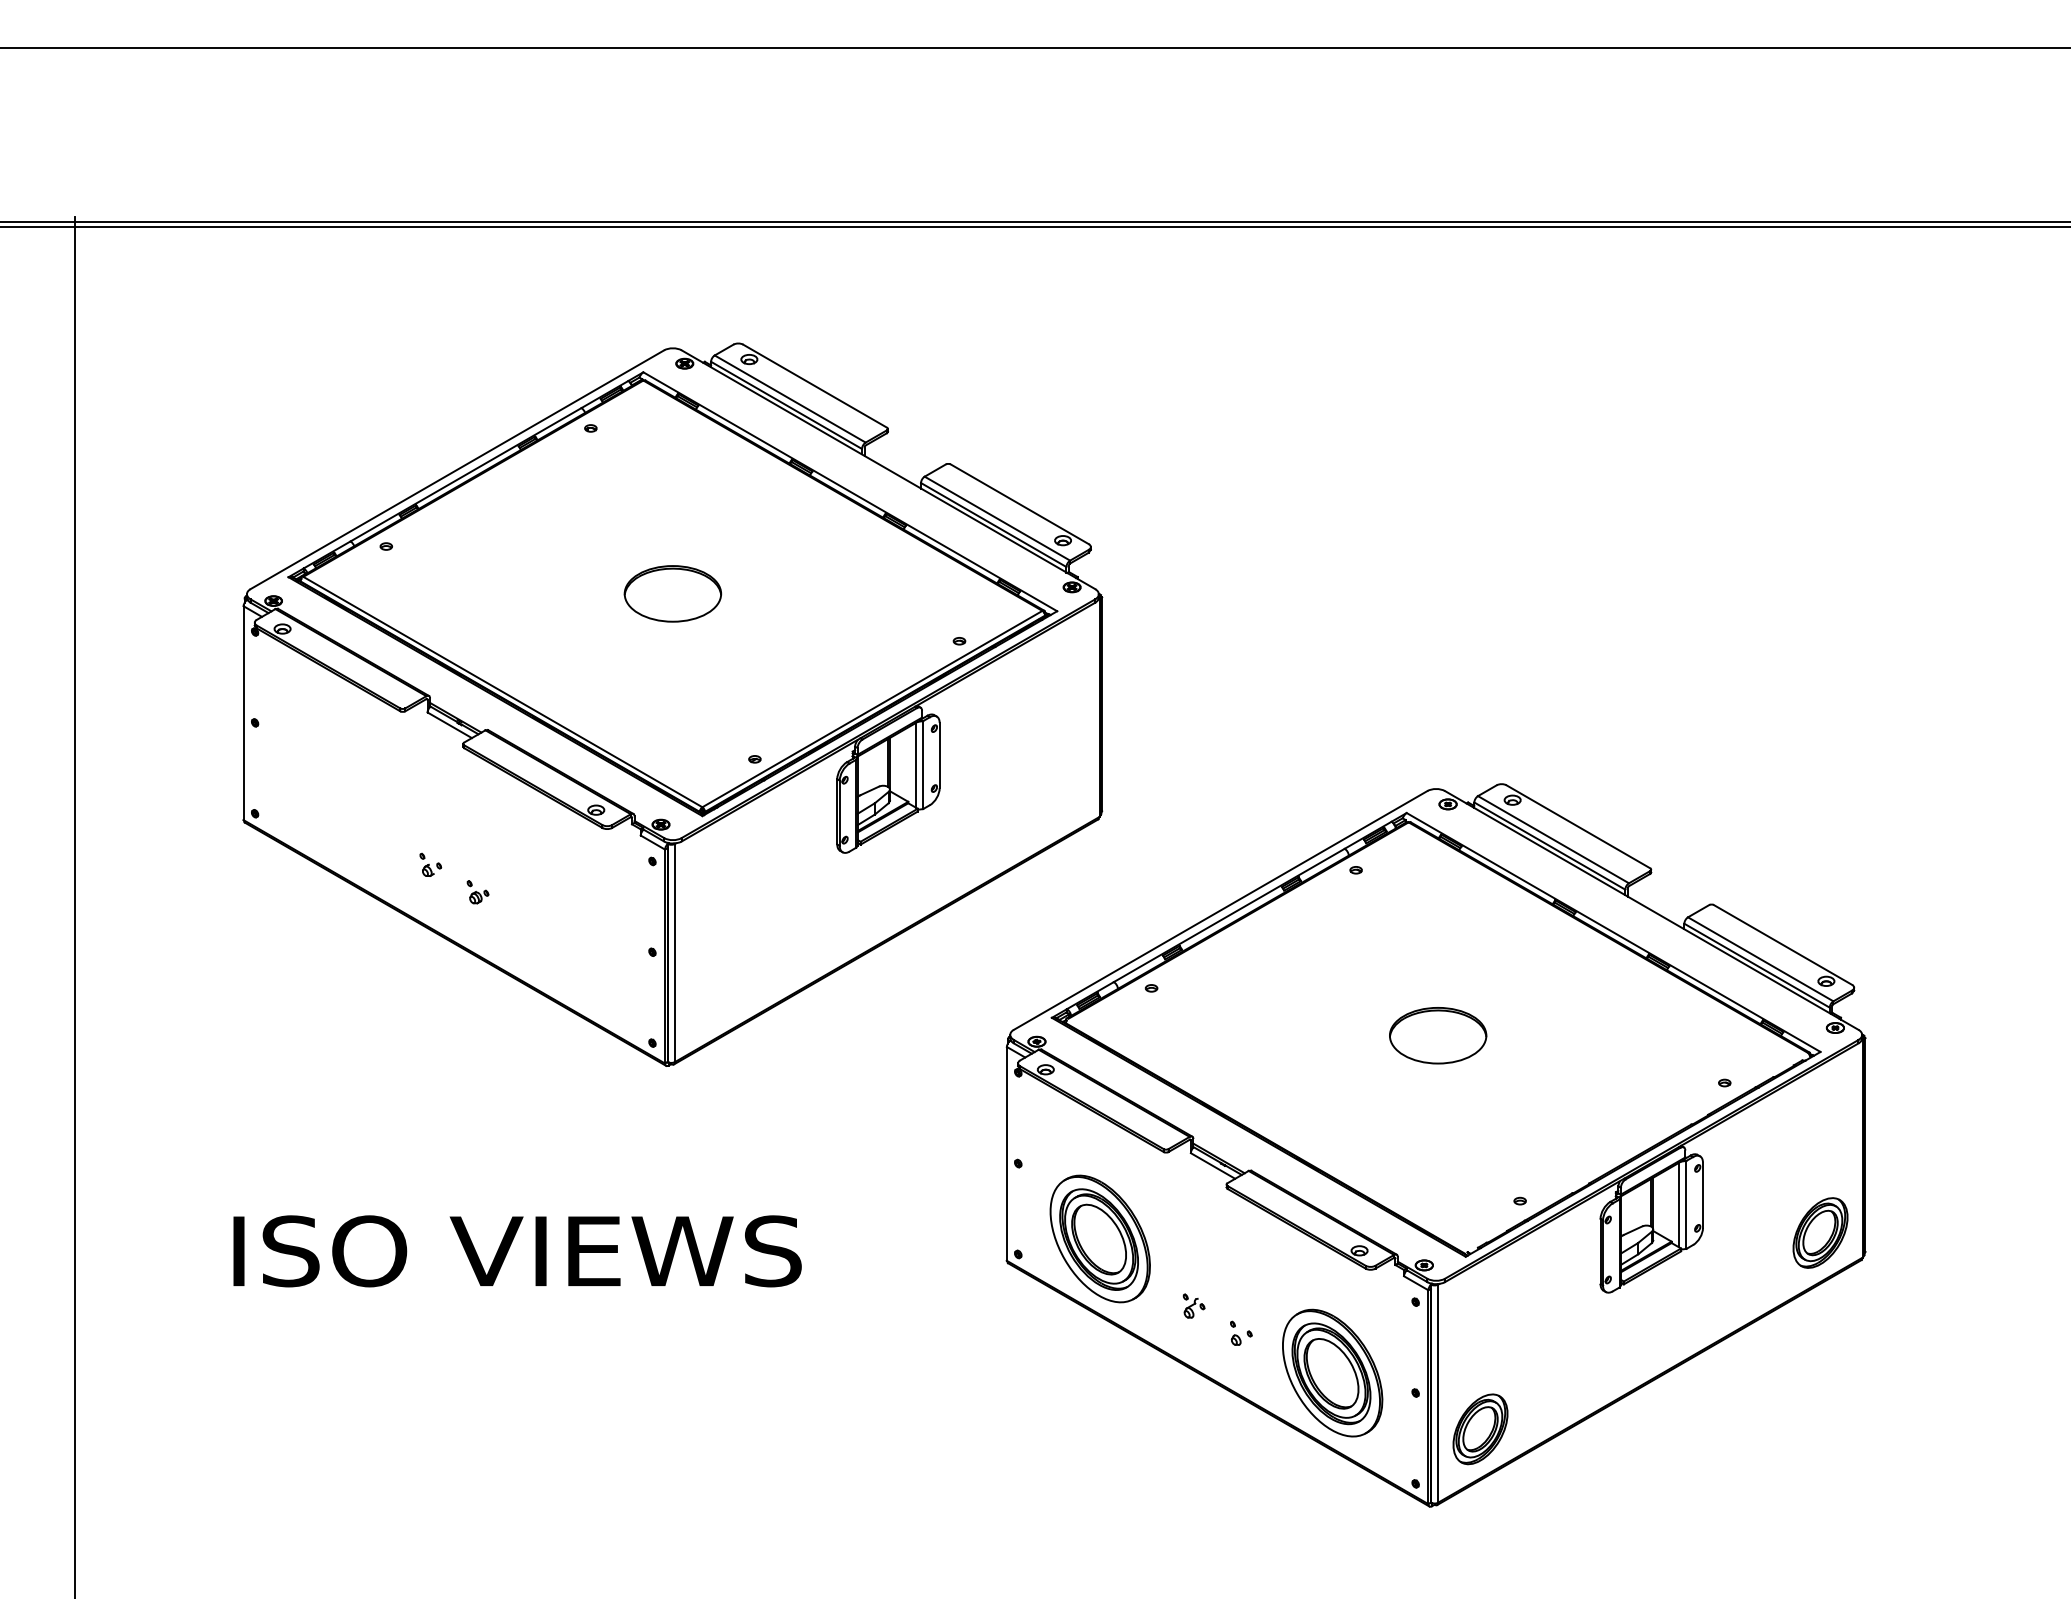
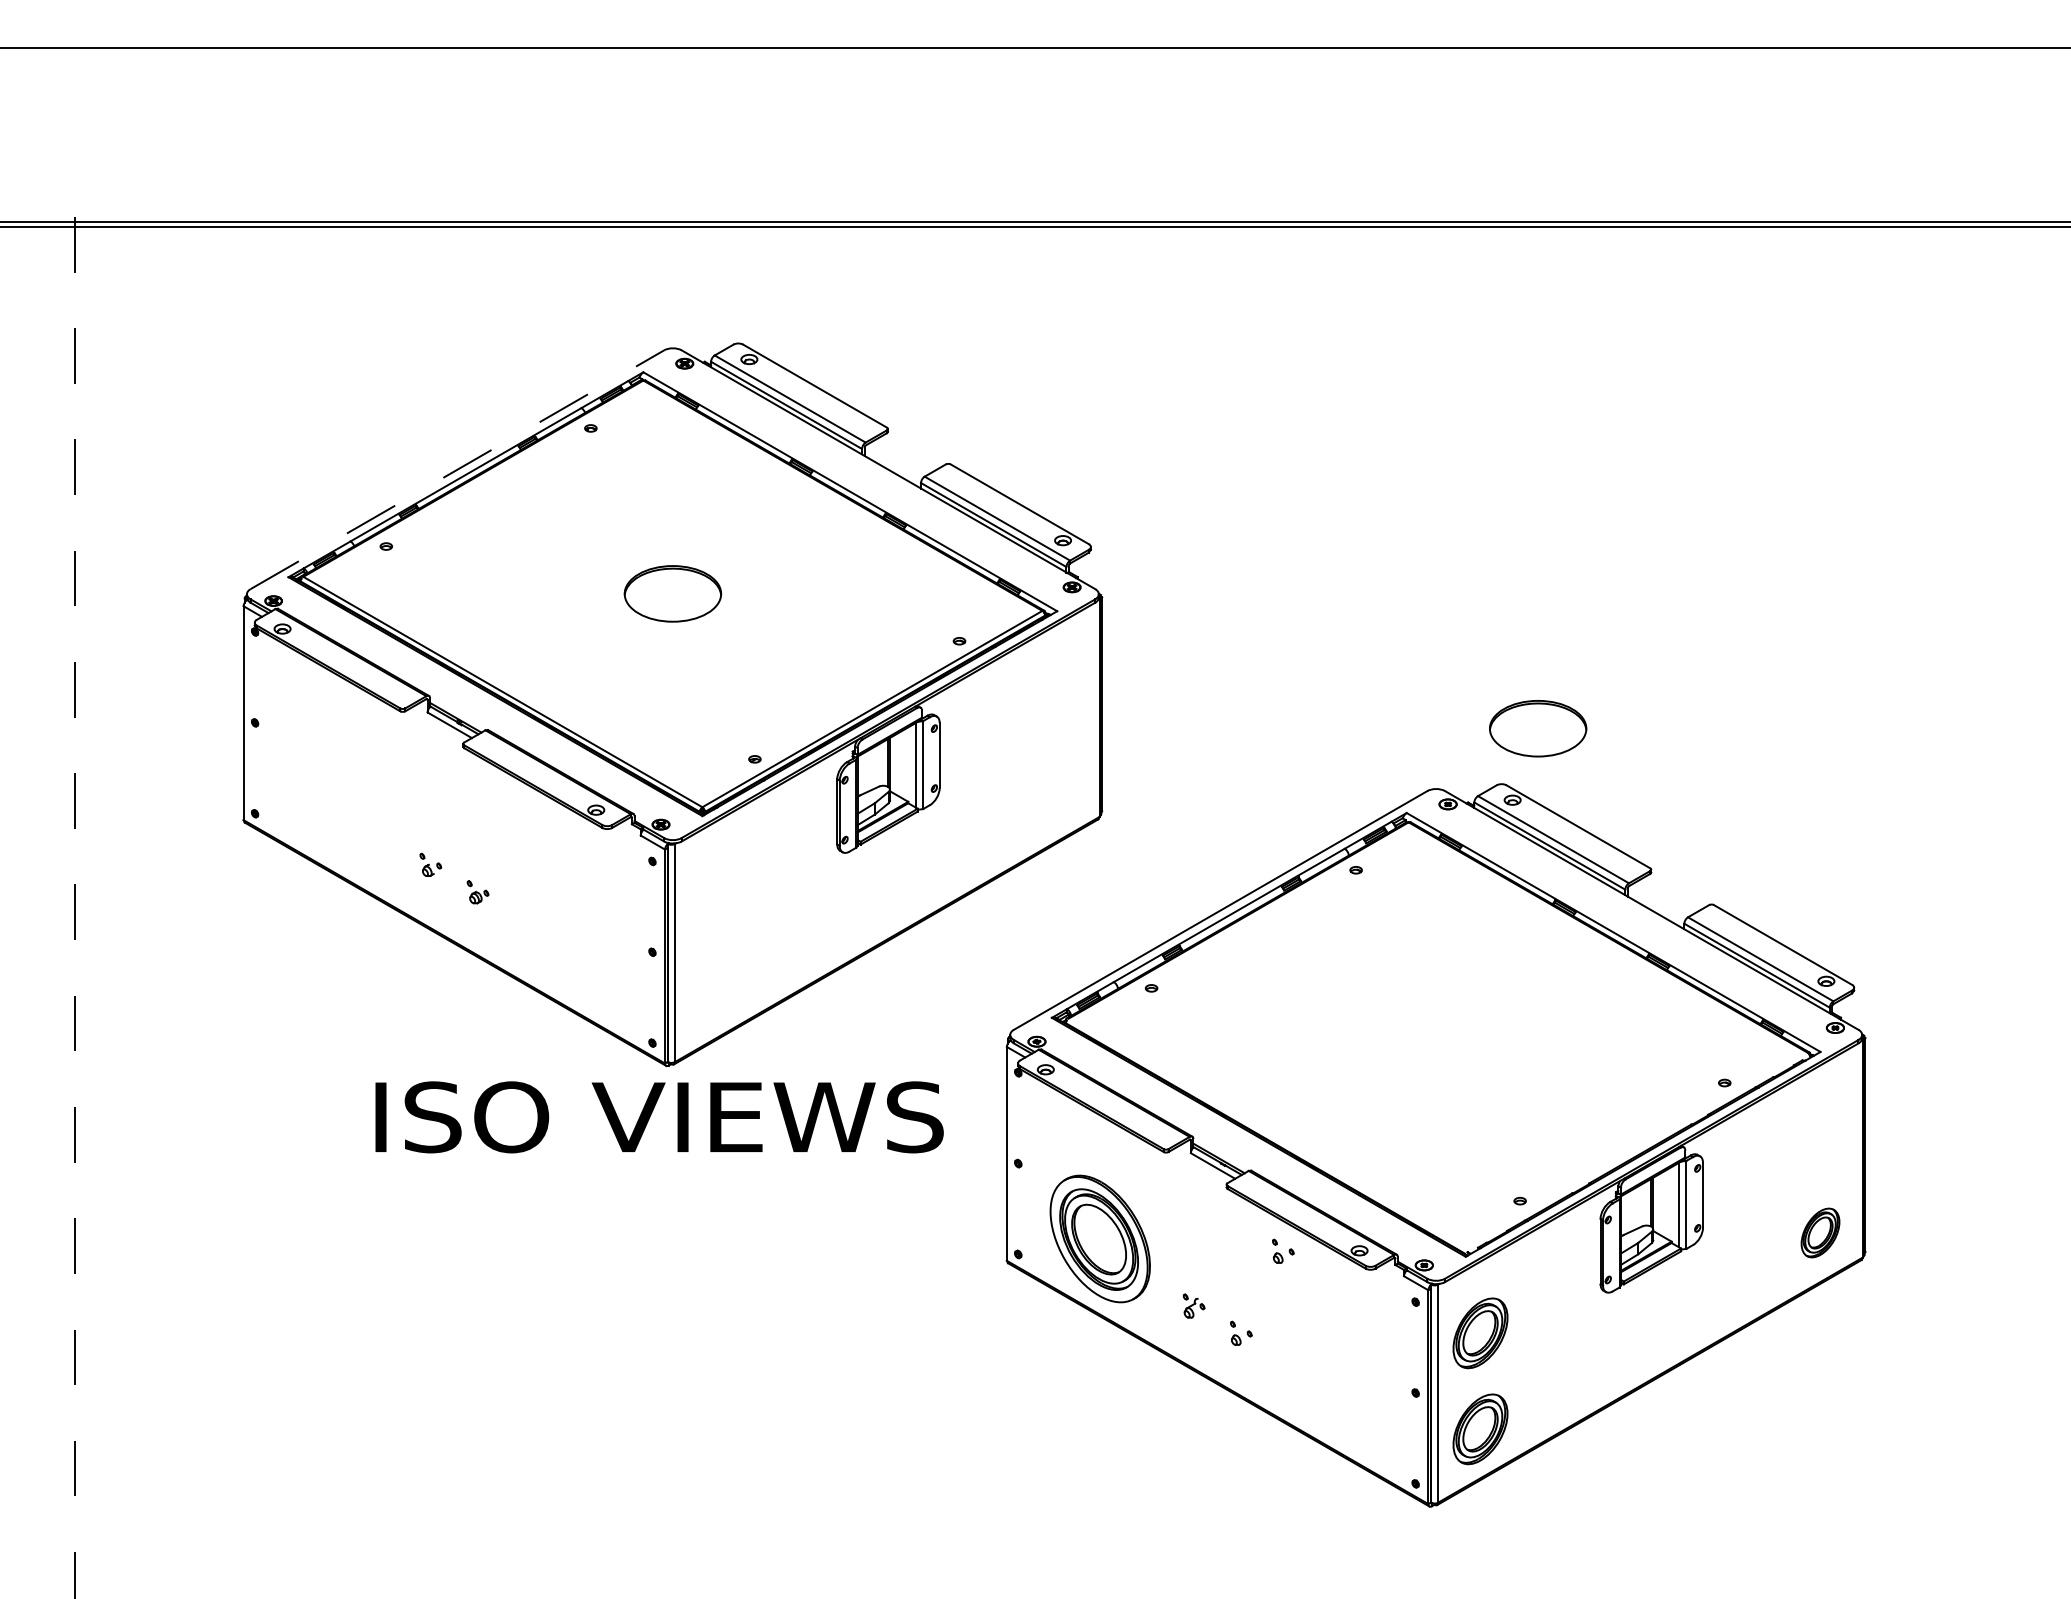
line at (457, 469): solid -> dashed
line at (75, 907): solid -> dashed
part at (1438, 1035) position: (1438, 1035) -> (1538, 728)
part at (1820, 1232) size: 57x72 px -> 41x52 px
part at (1283, 1250): none -> present
text at (517, 1251) position: (517, 1251) -> (659, 1117)
part at (1480, 1333): none -> present
part at (1332, 1372): present -> none
